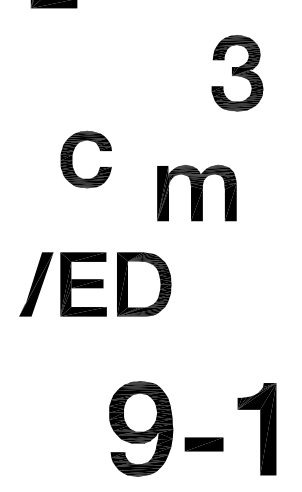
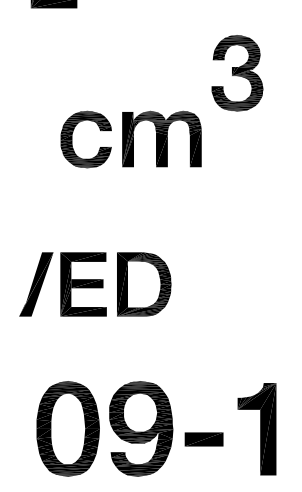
part at (72, 159) position: (72, 159) -> (72, 139)
part at (196, 192) position: (196, 192) -> (161, 138)
part at (67, 428): none -> present
part at (203, 444) position: (203, 444) -> (203, 439)
